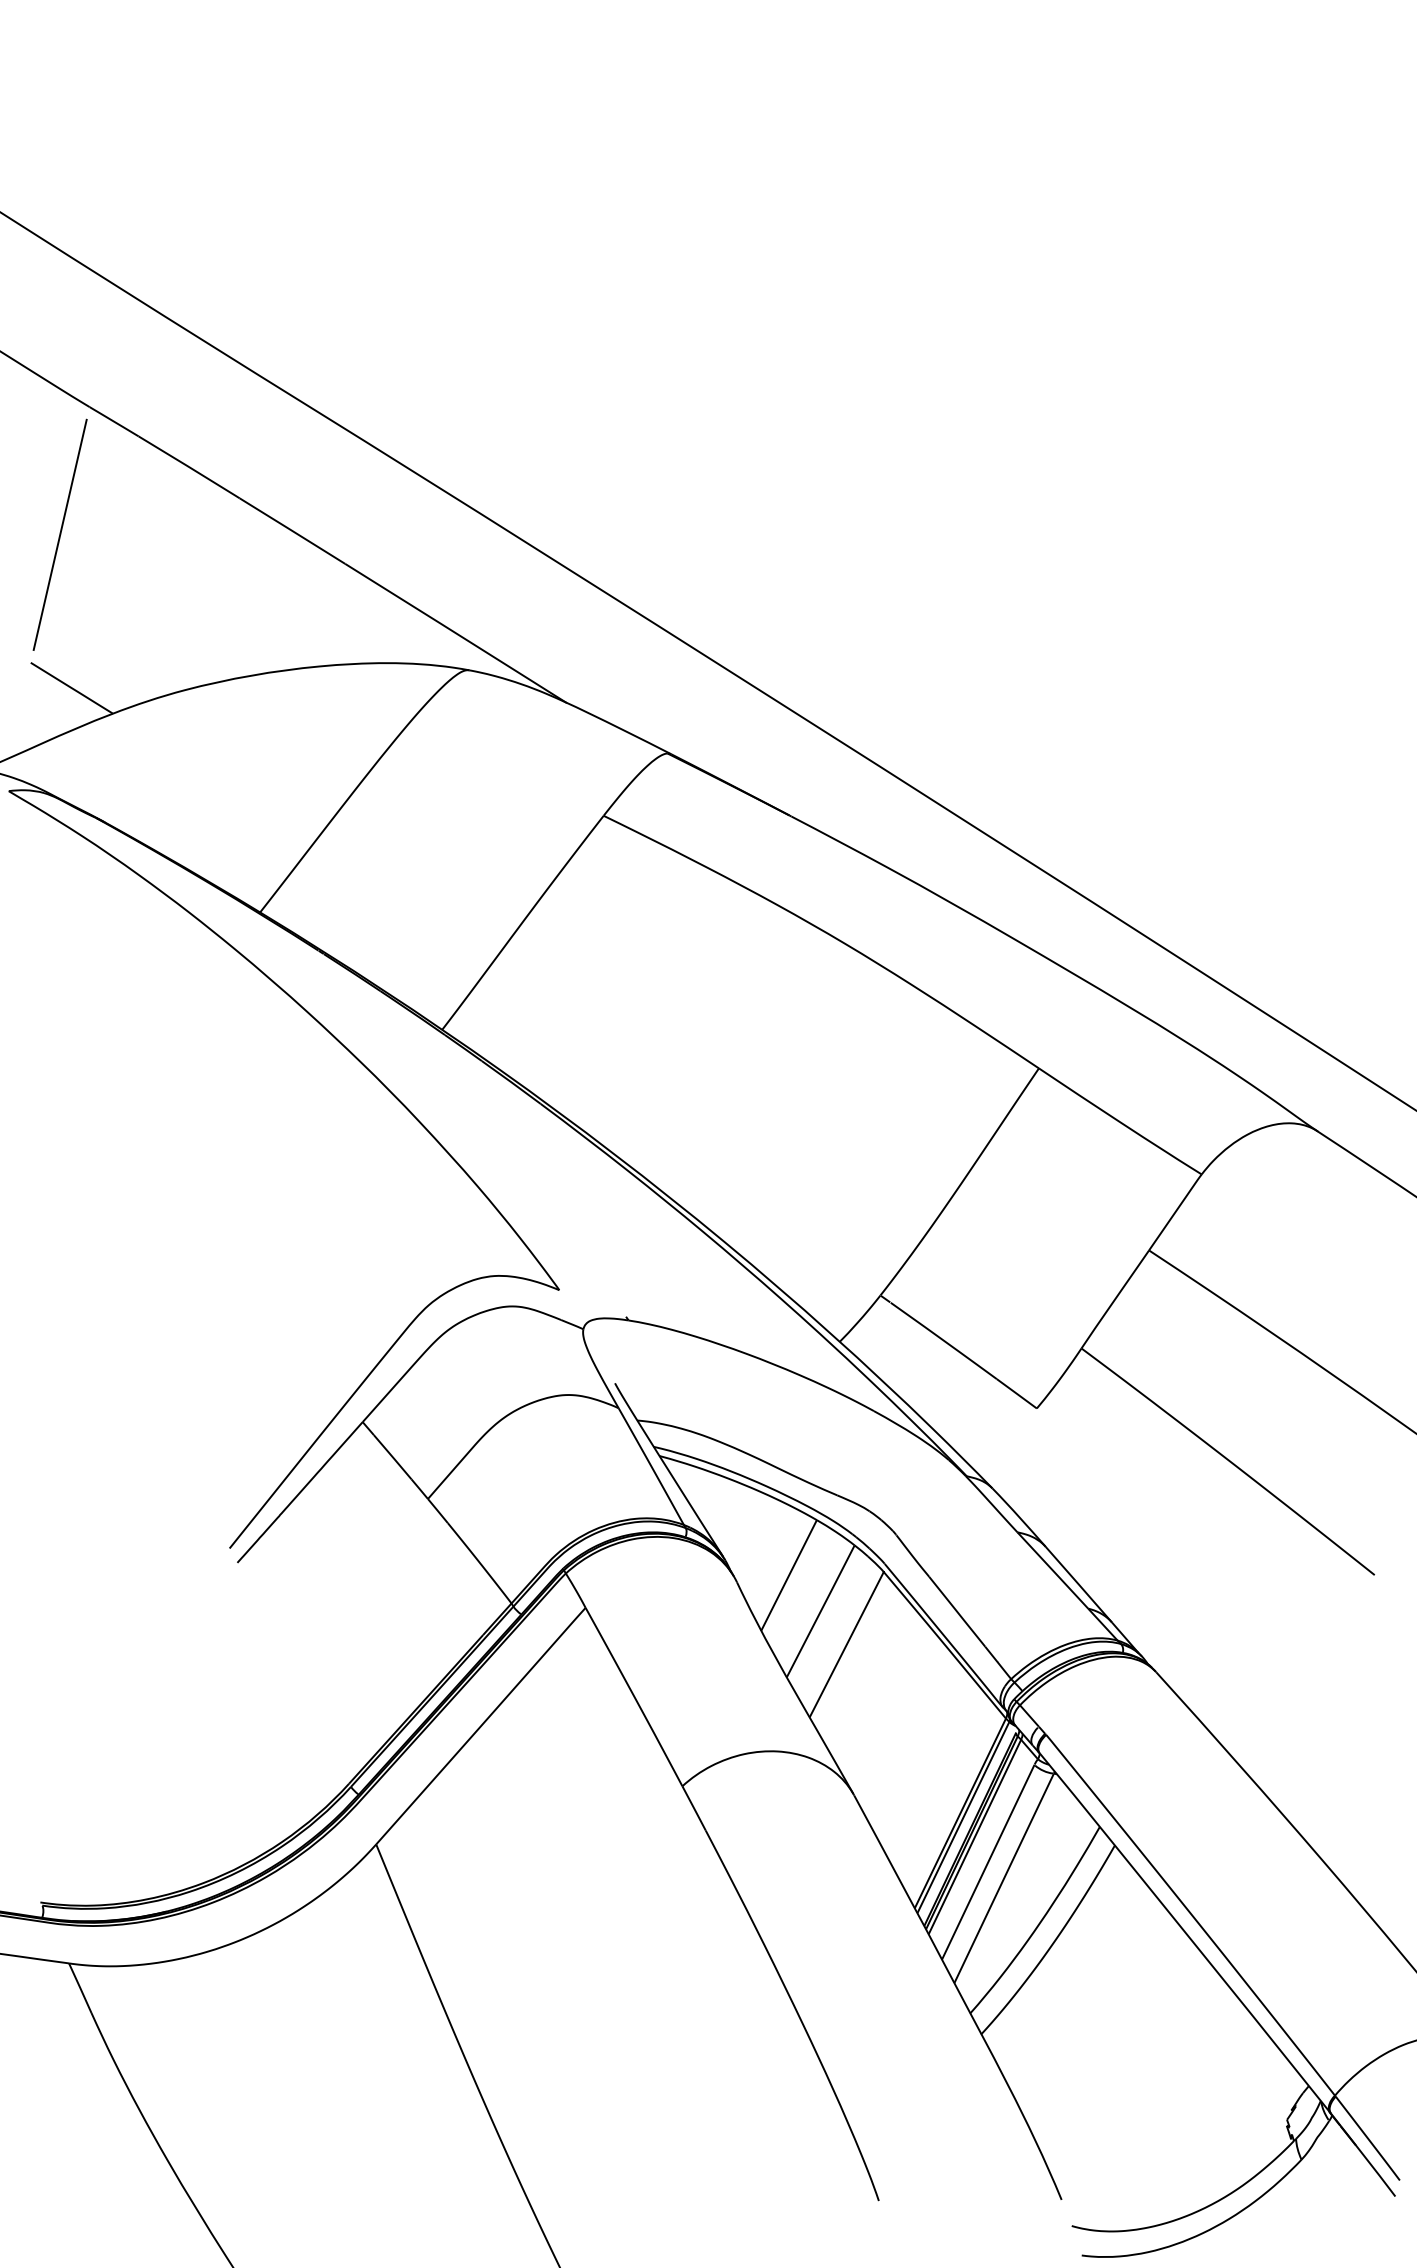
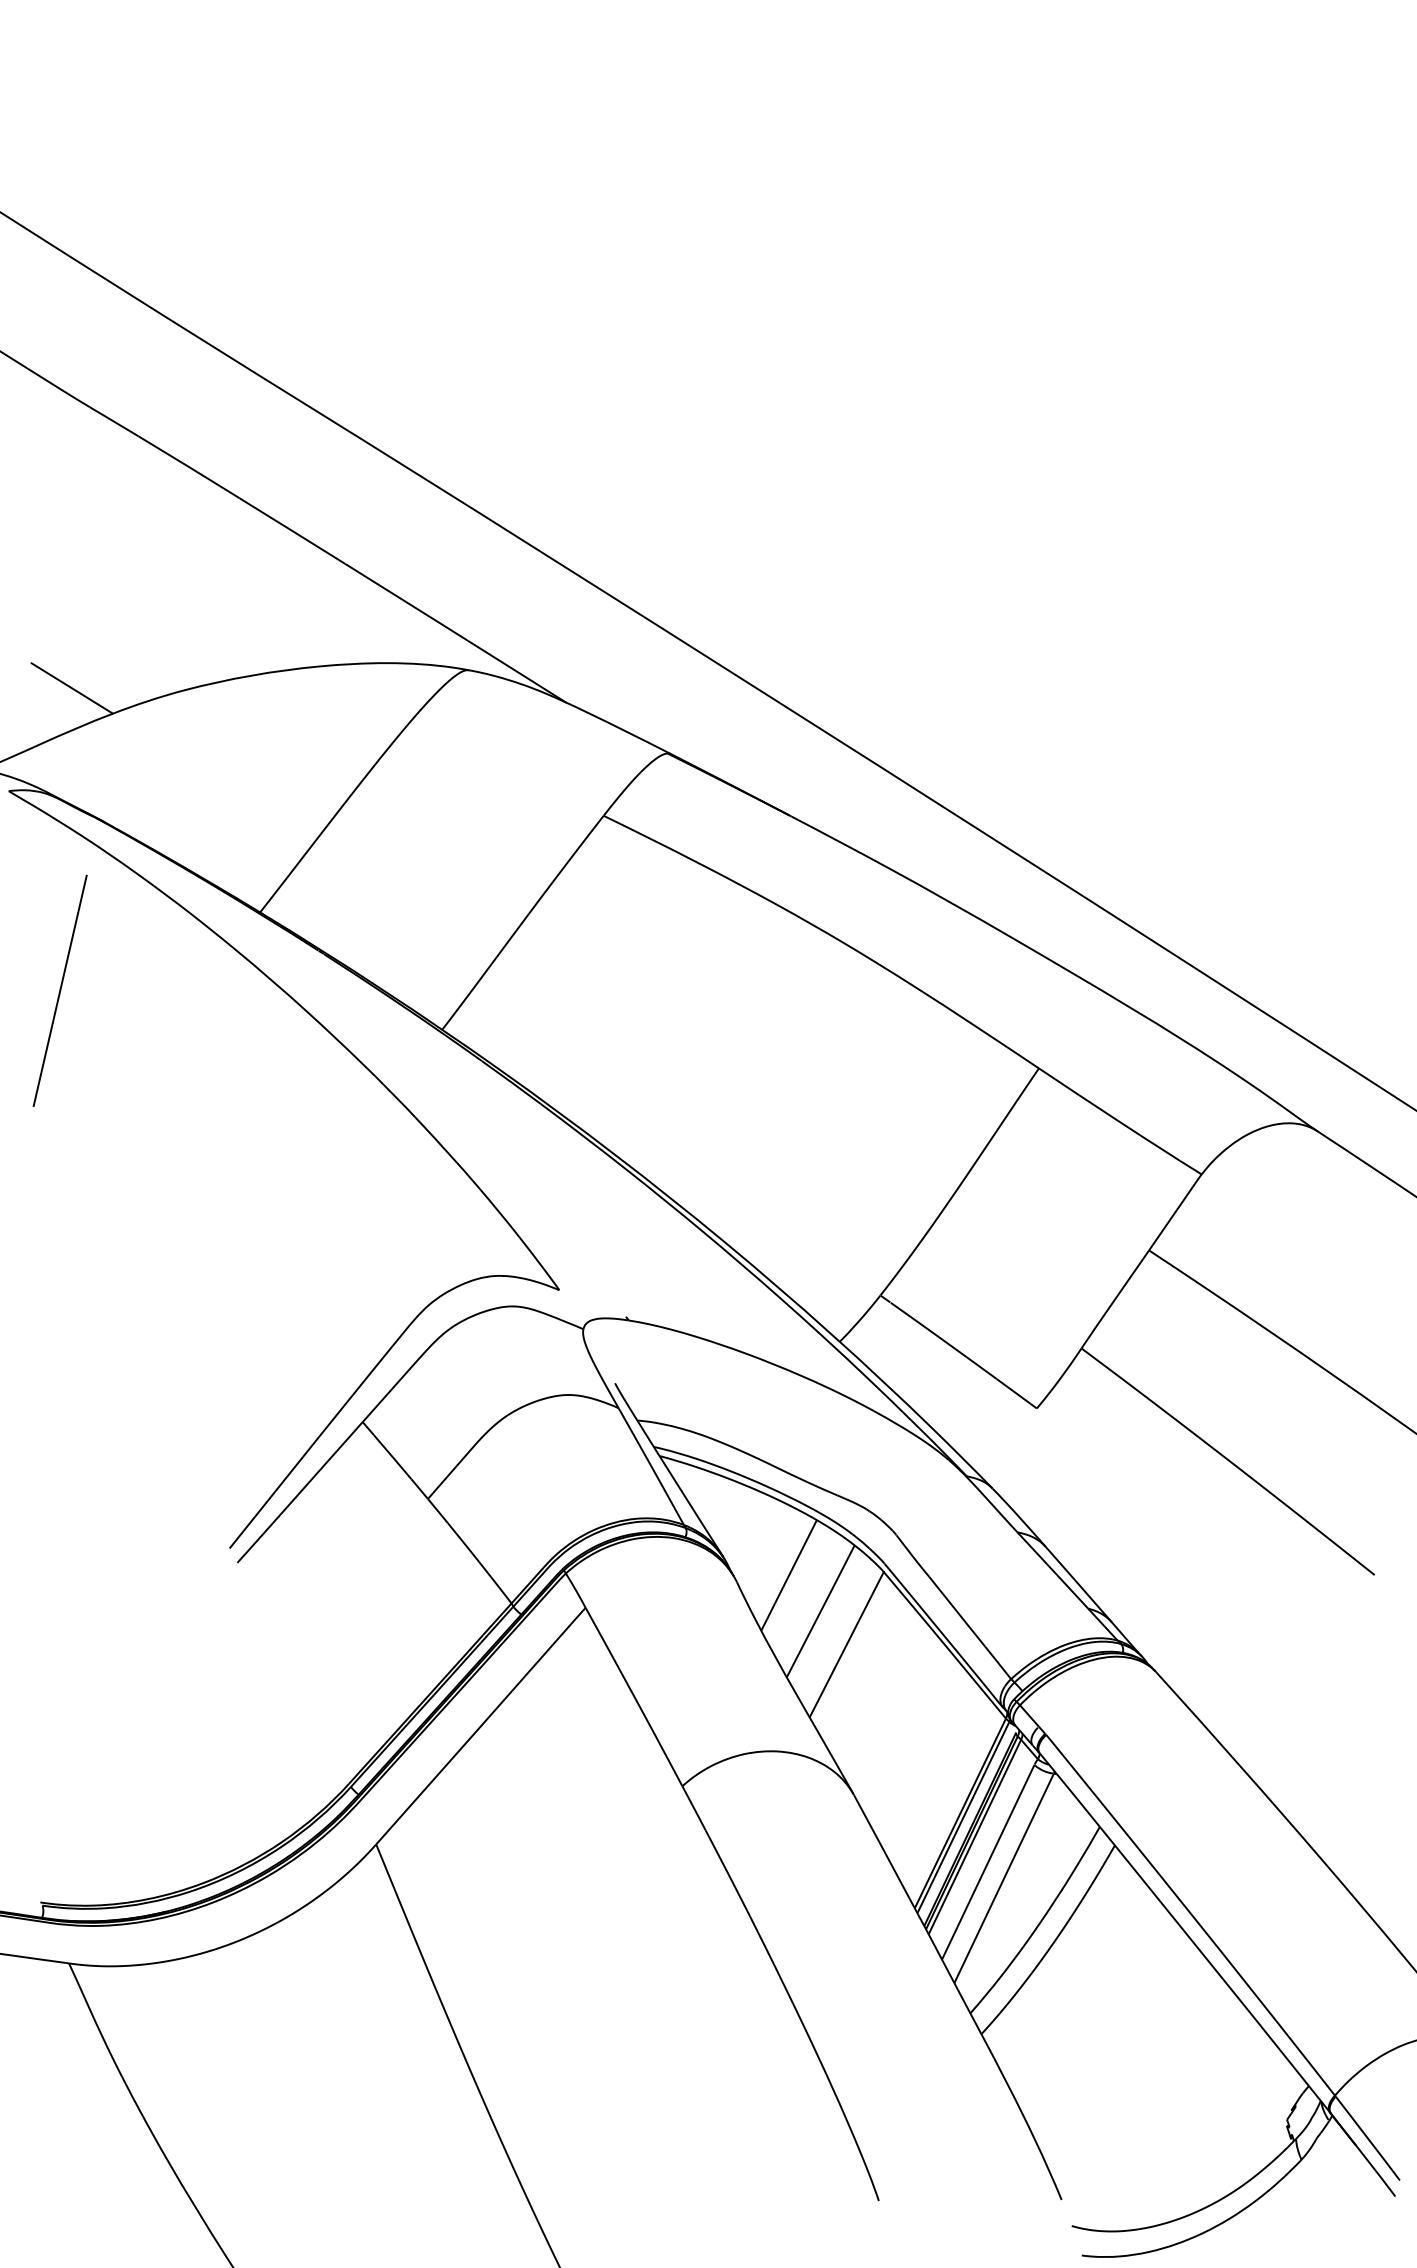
line at (59, 534) position: (59, 534) -> (59, 990)
